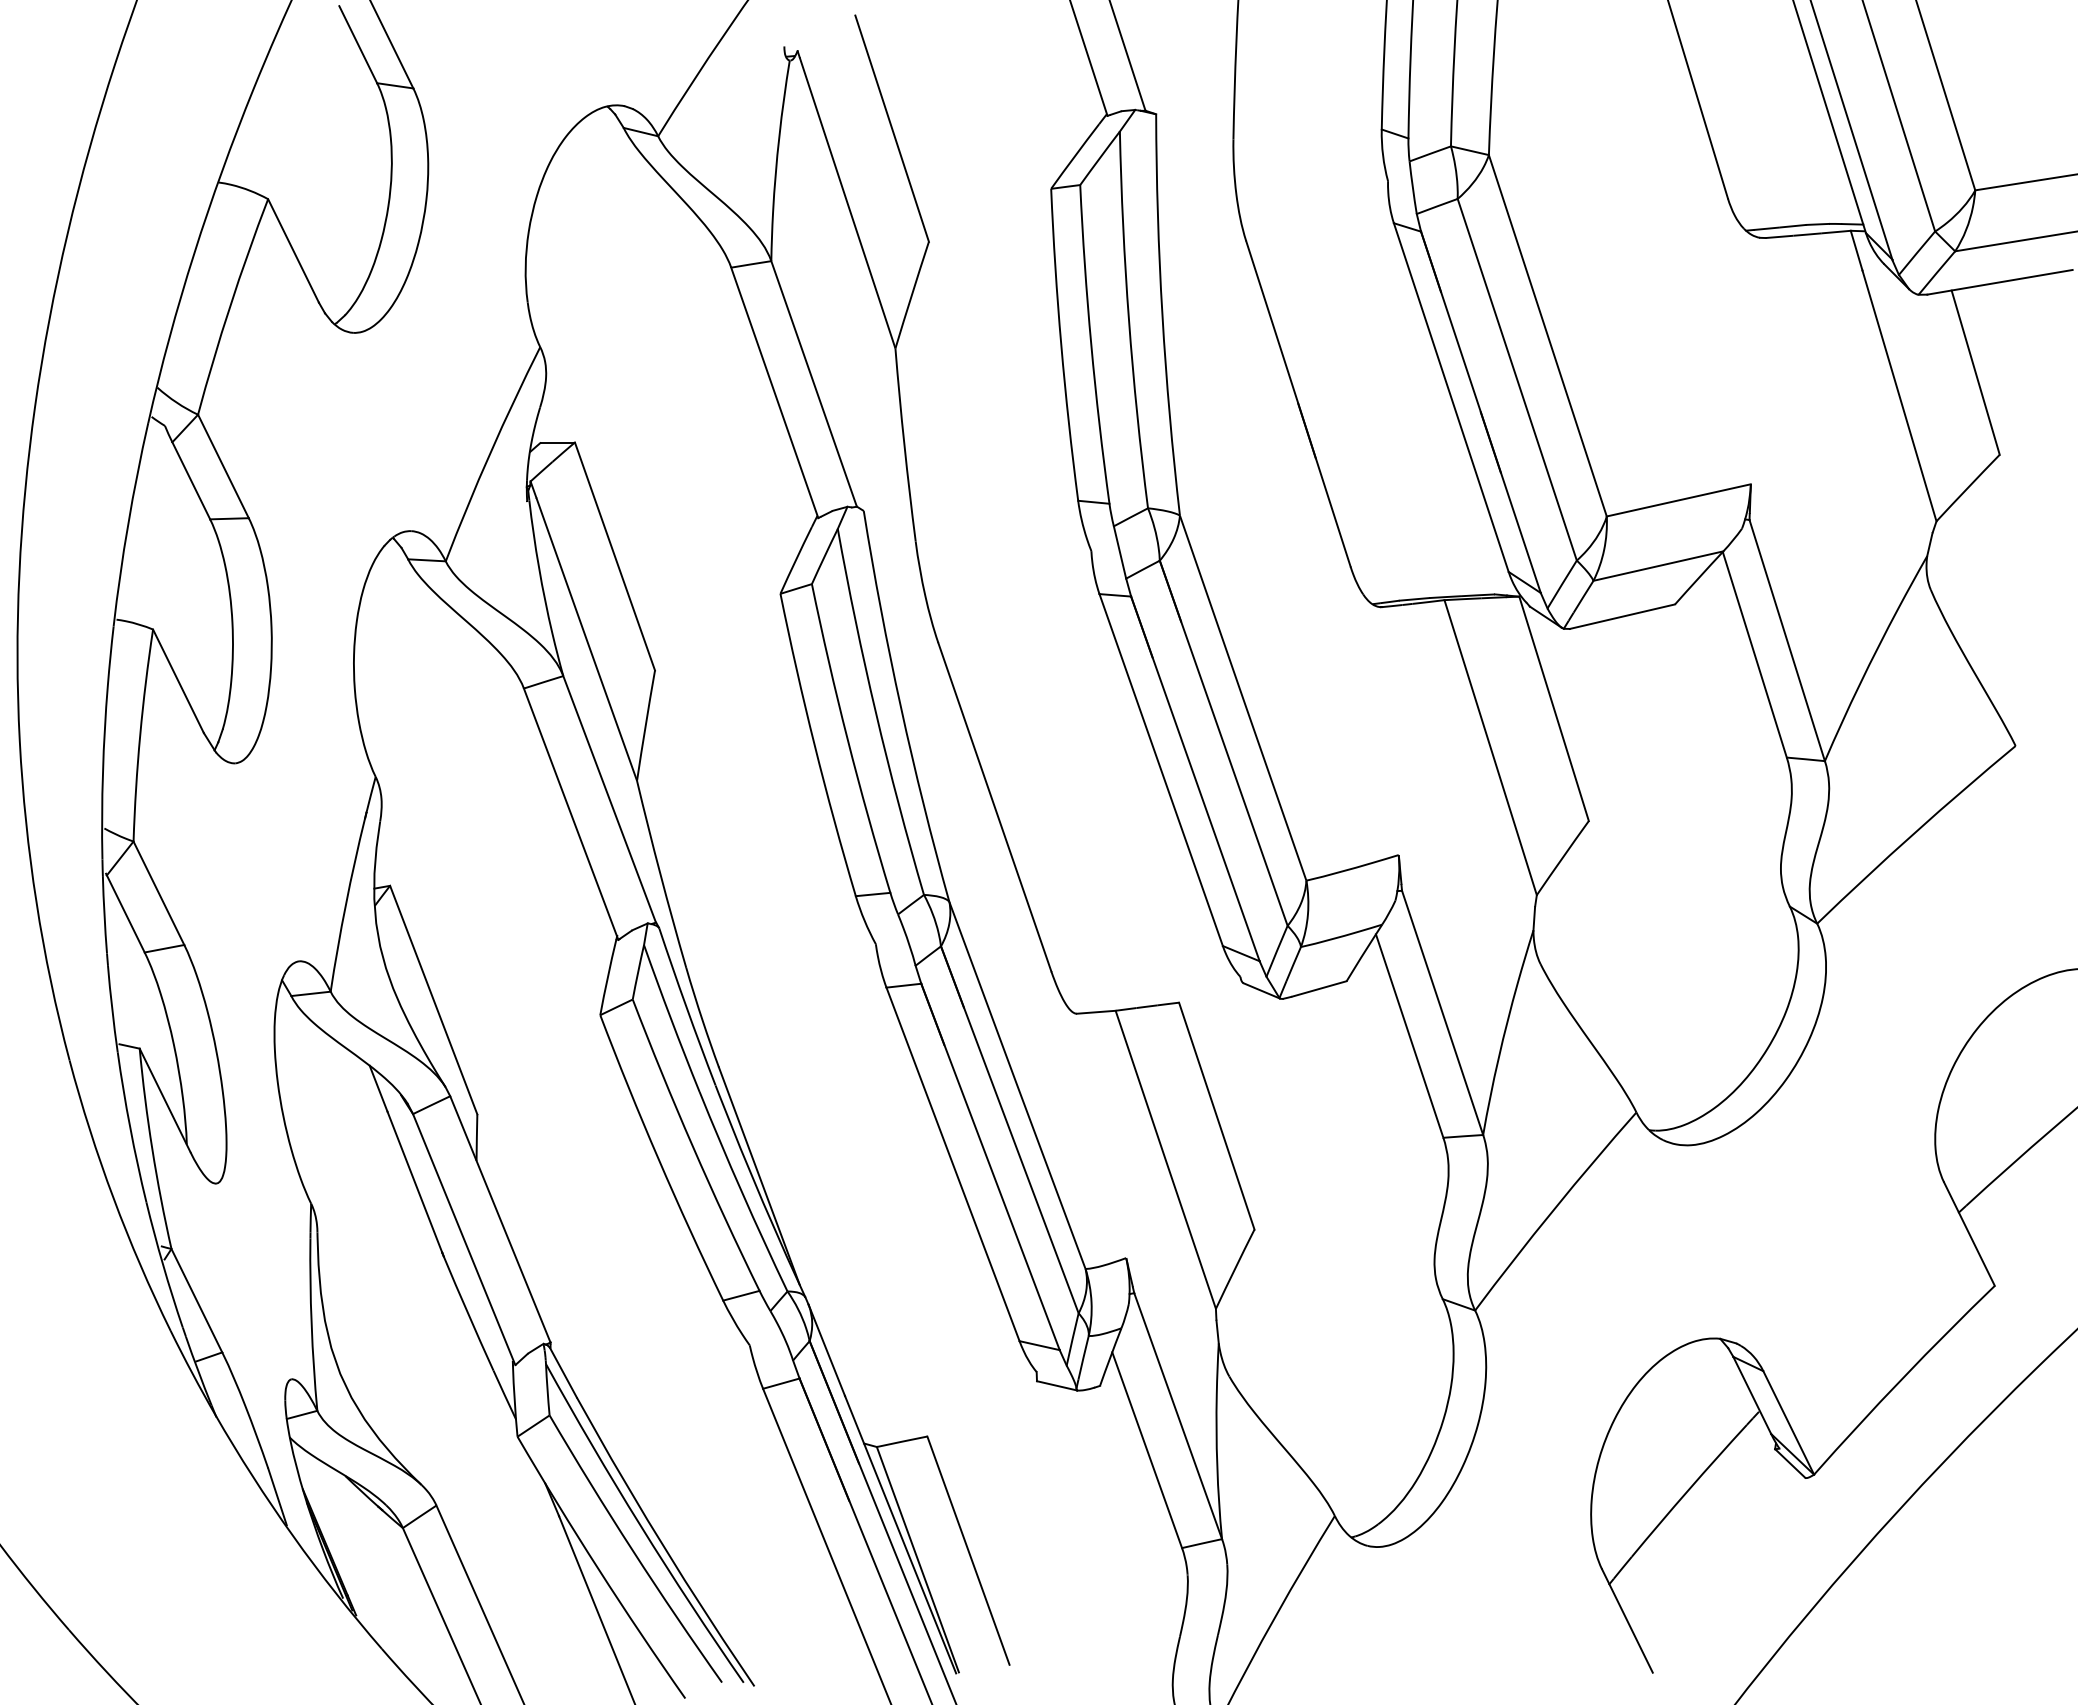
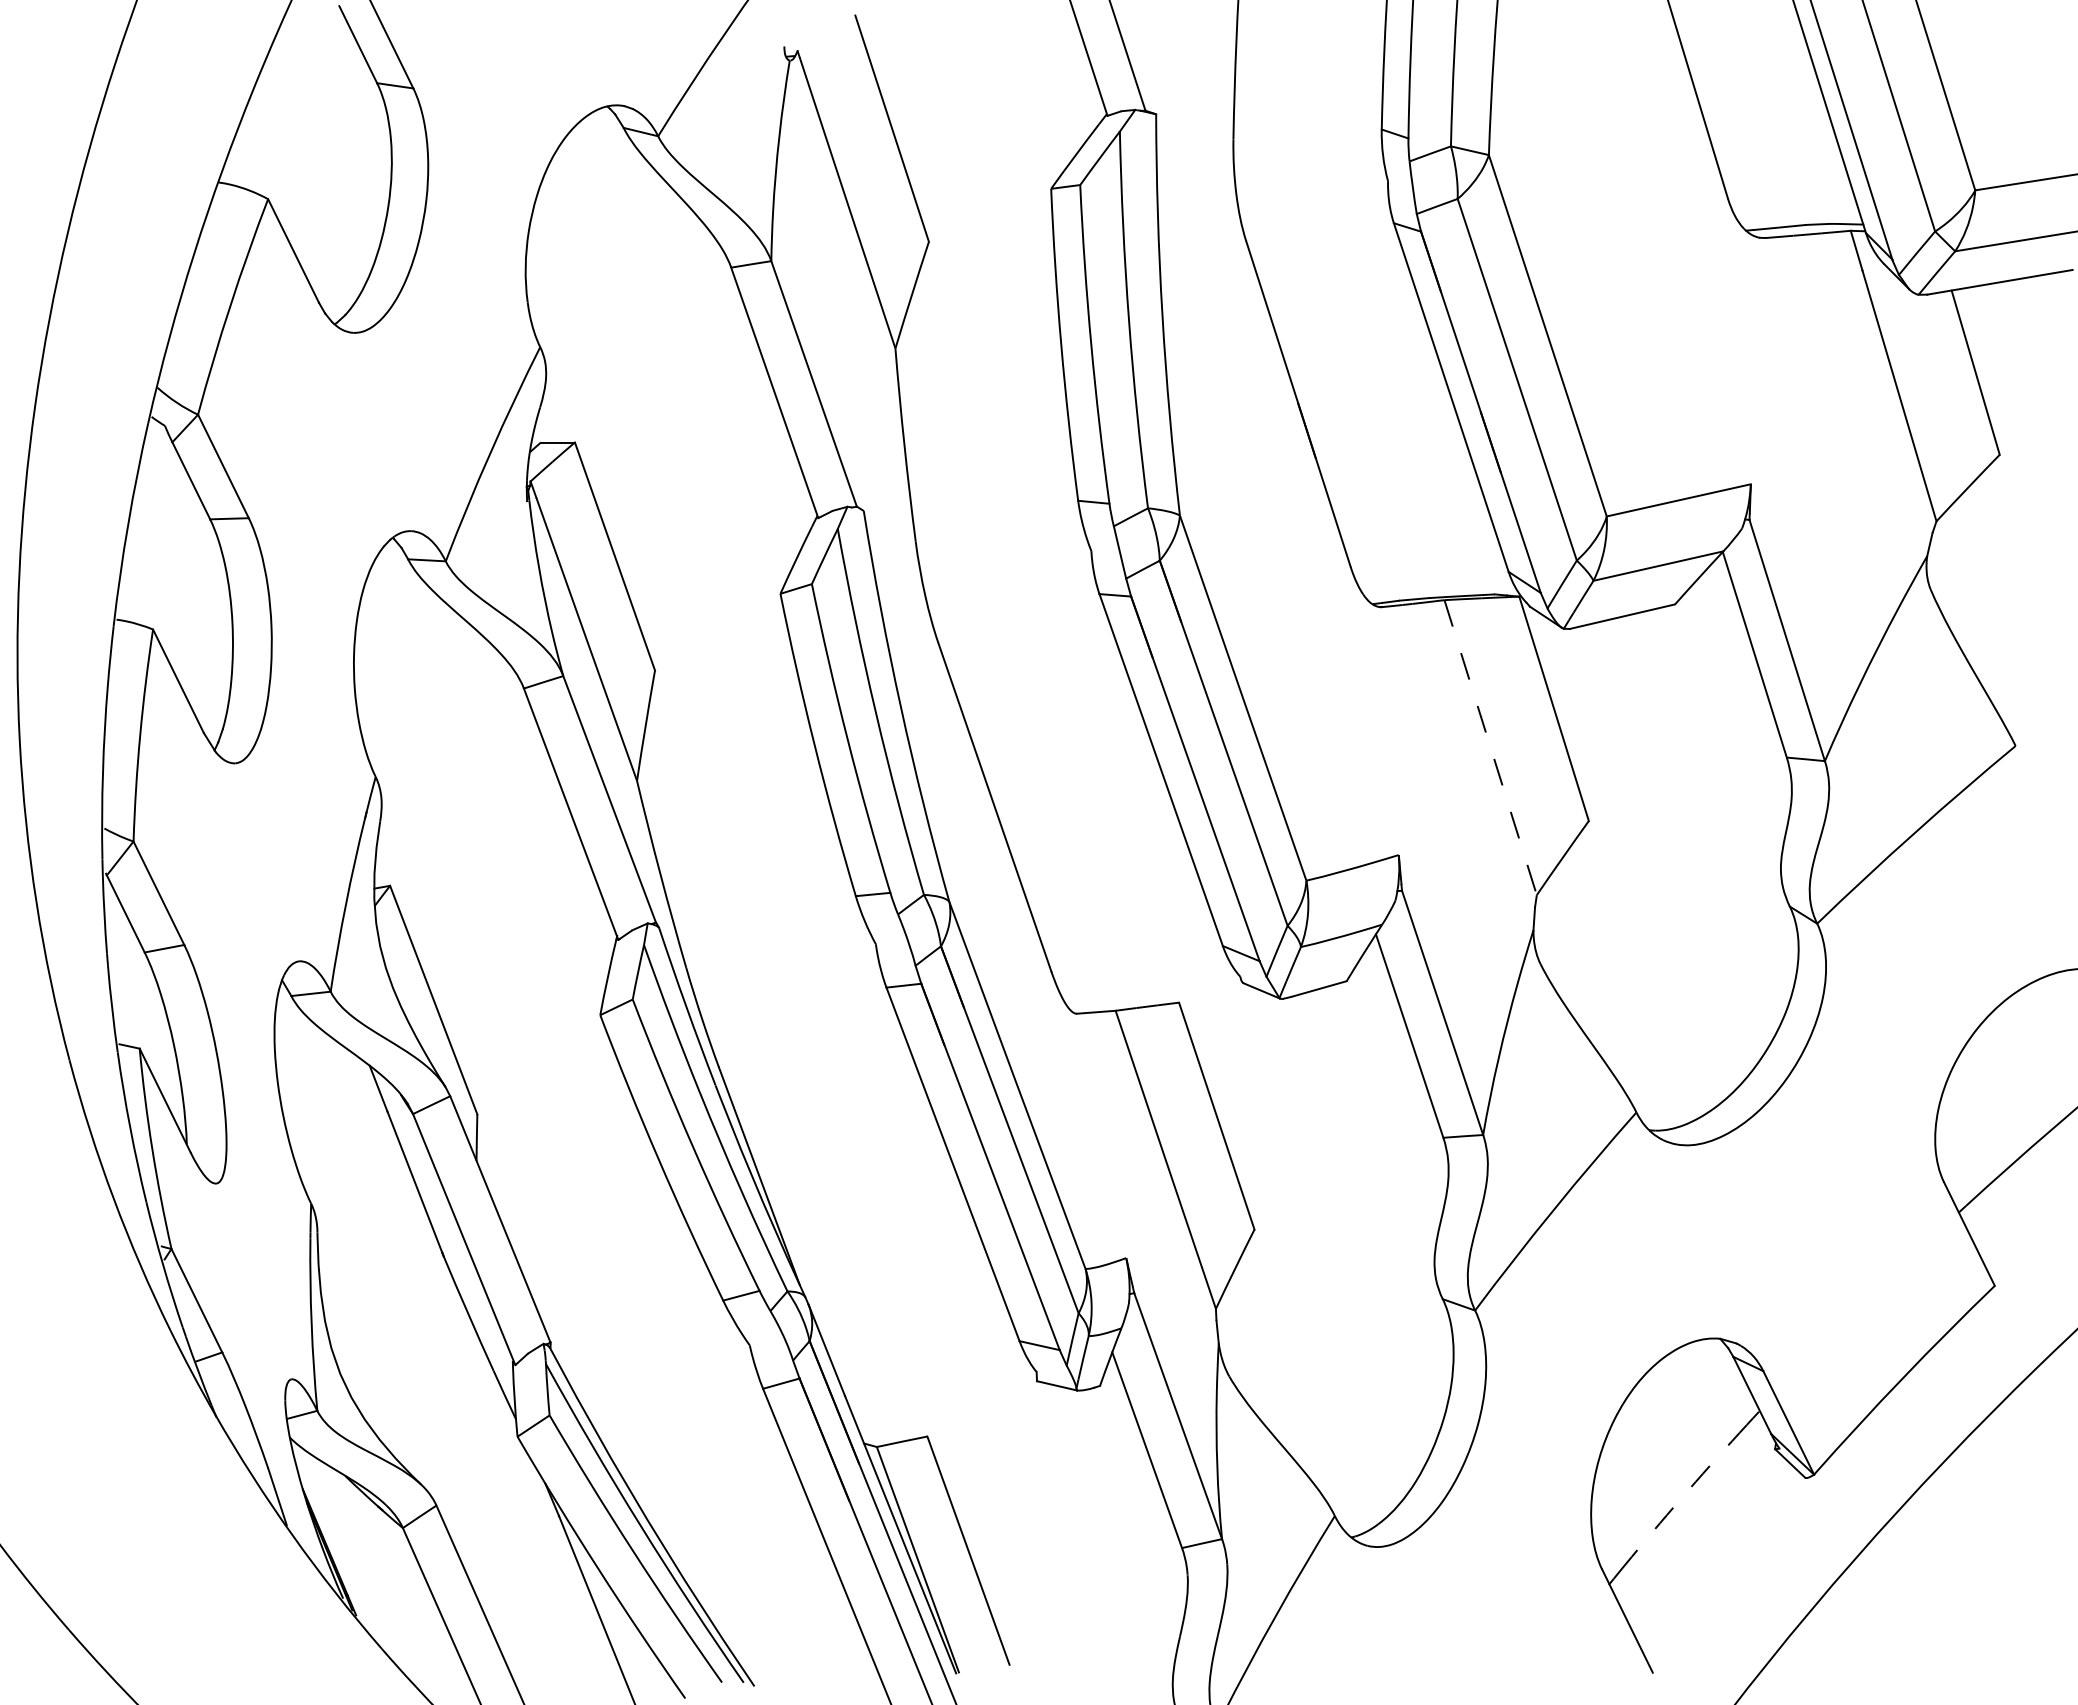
line at (1490, 747): solid -> dashed
arc at (1688, 1490): solid -> dashed
